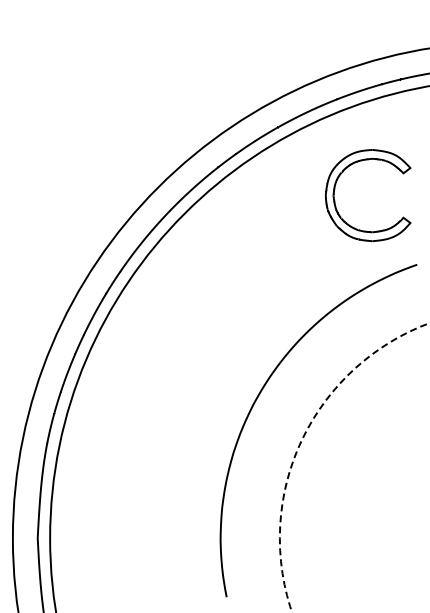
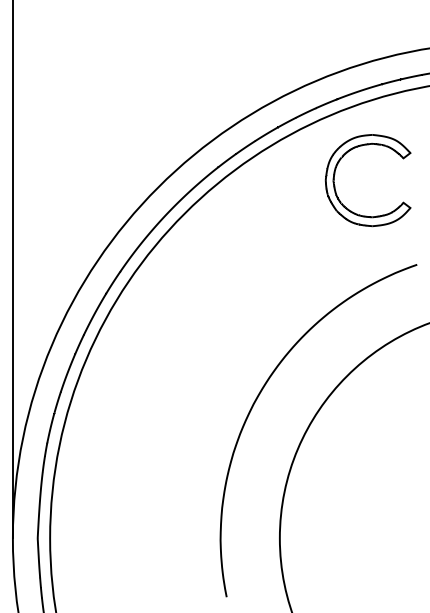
part at (335, 200) position: (335, 200) -> (335, 185)
line at (12, 270): none -> present
circle at (354, 467): dashed -> solid
